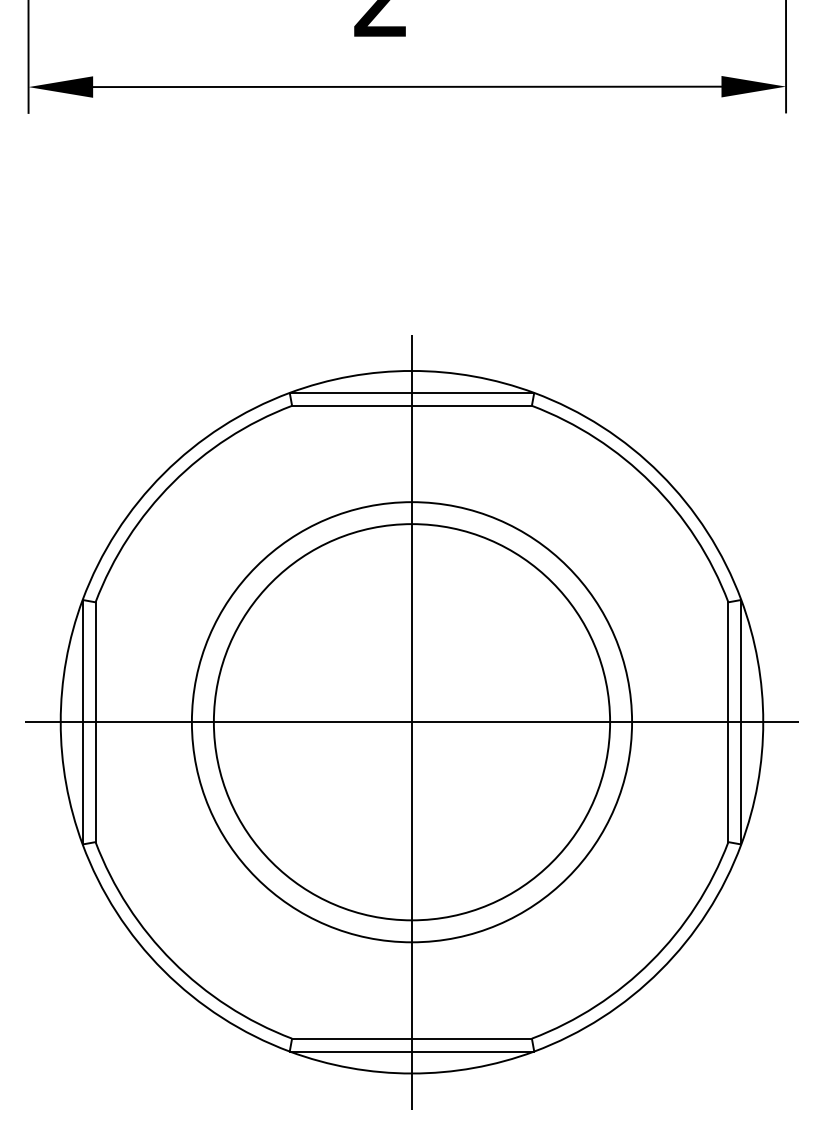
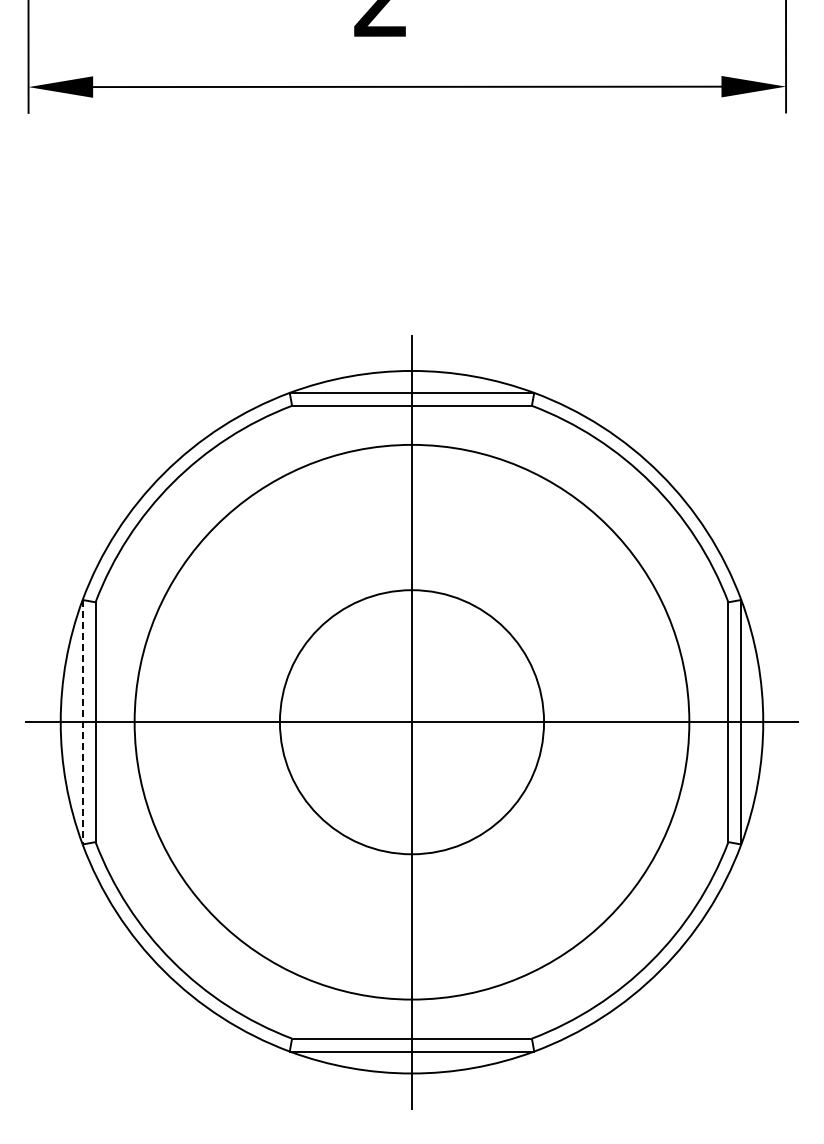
line at (82, 722): solid -> dashed
circle at (411, 722) diameter: 396 px -> 555 px
circle at (411, 722) diameter: 440 px -> 264 px
